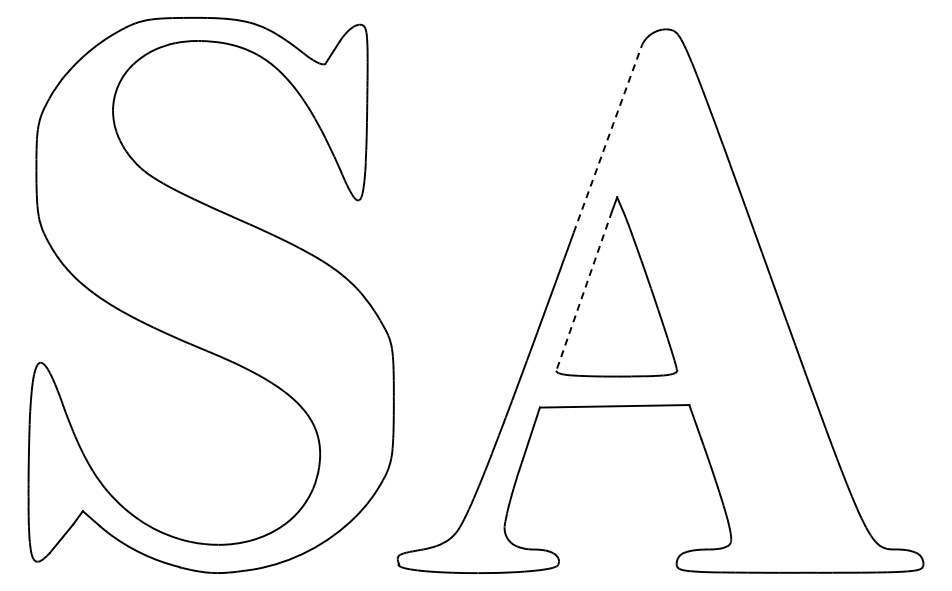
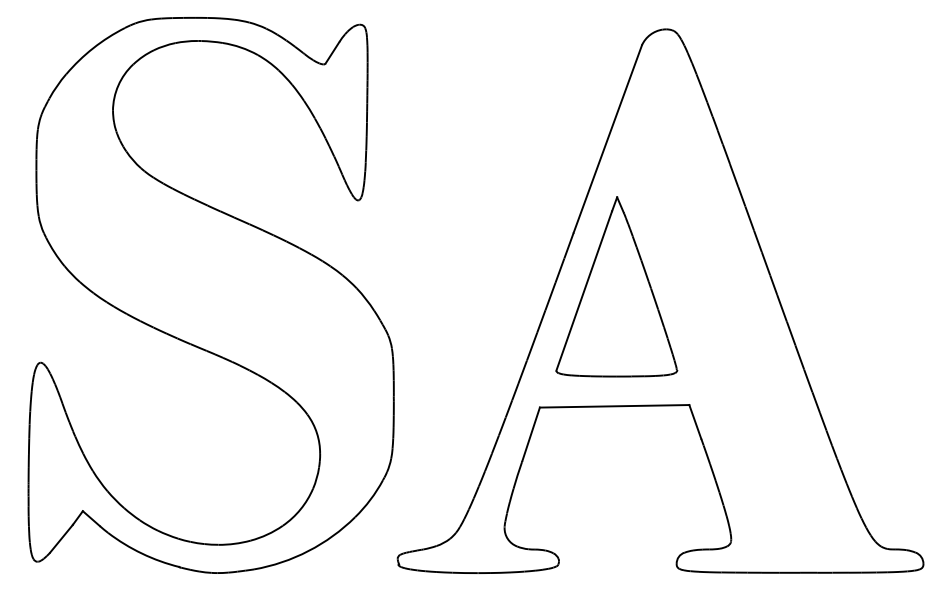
line at (607, 138): dashed -> solid
line at (584, 291): dashed -> solid
